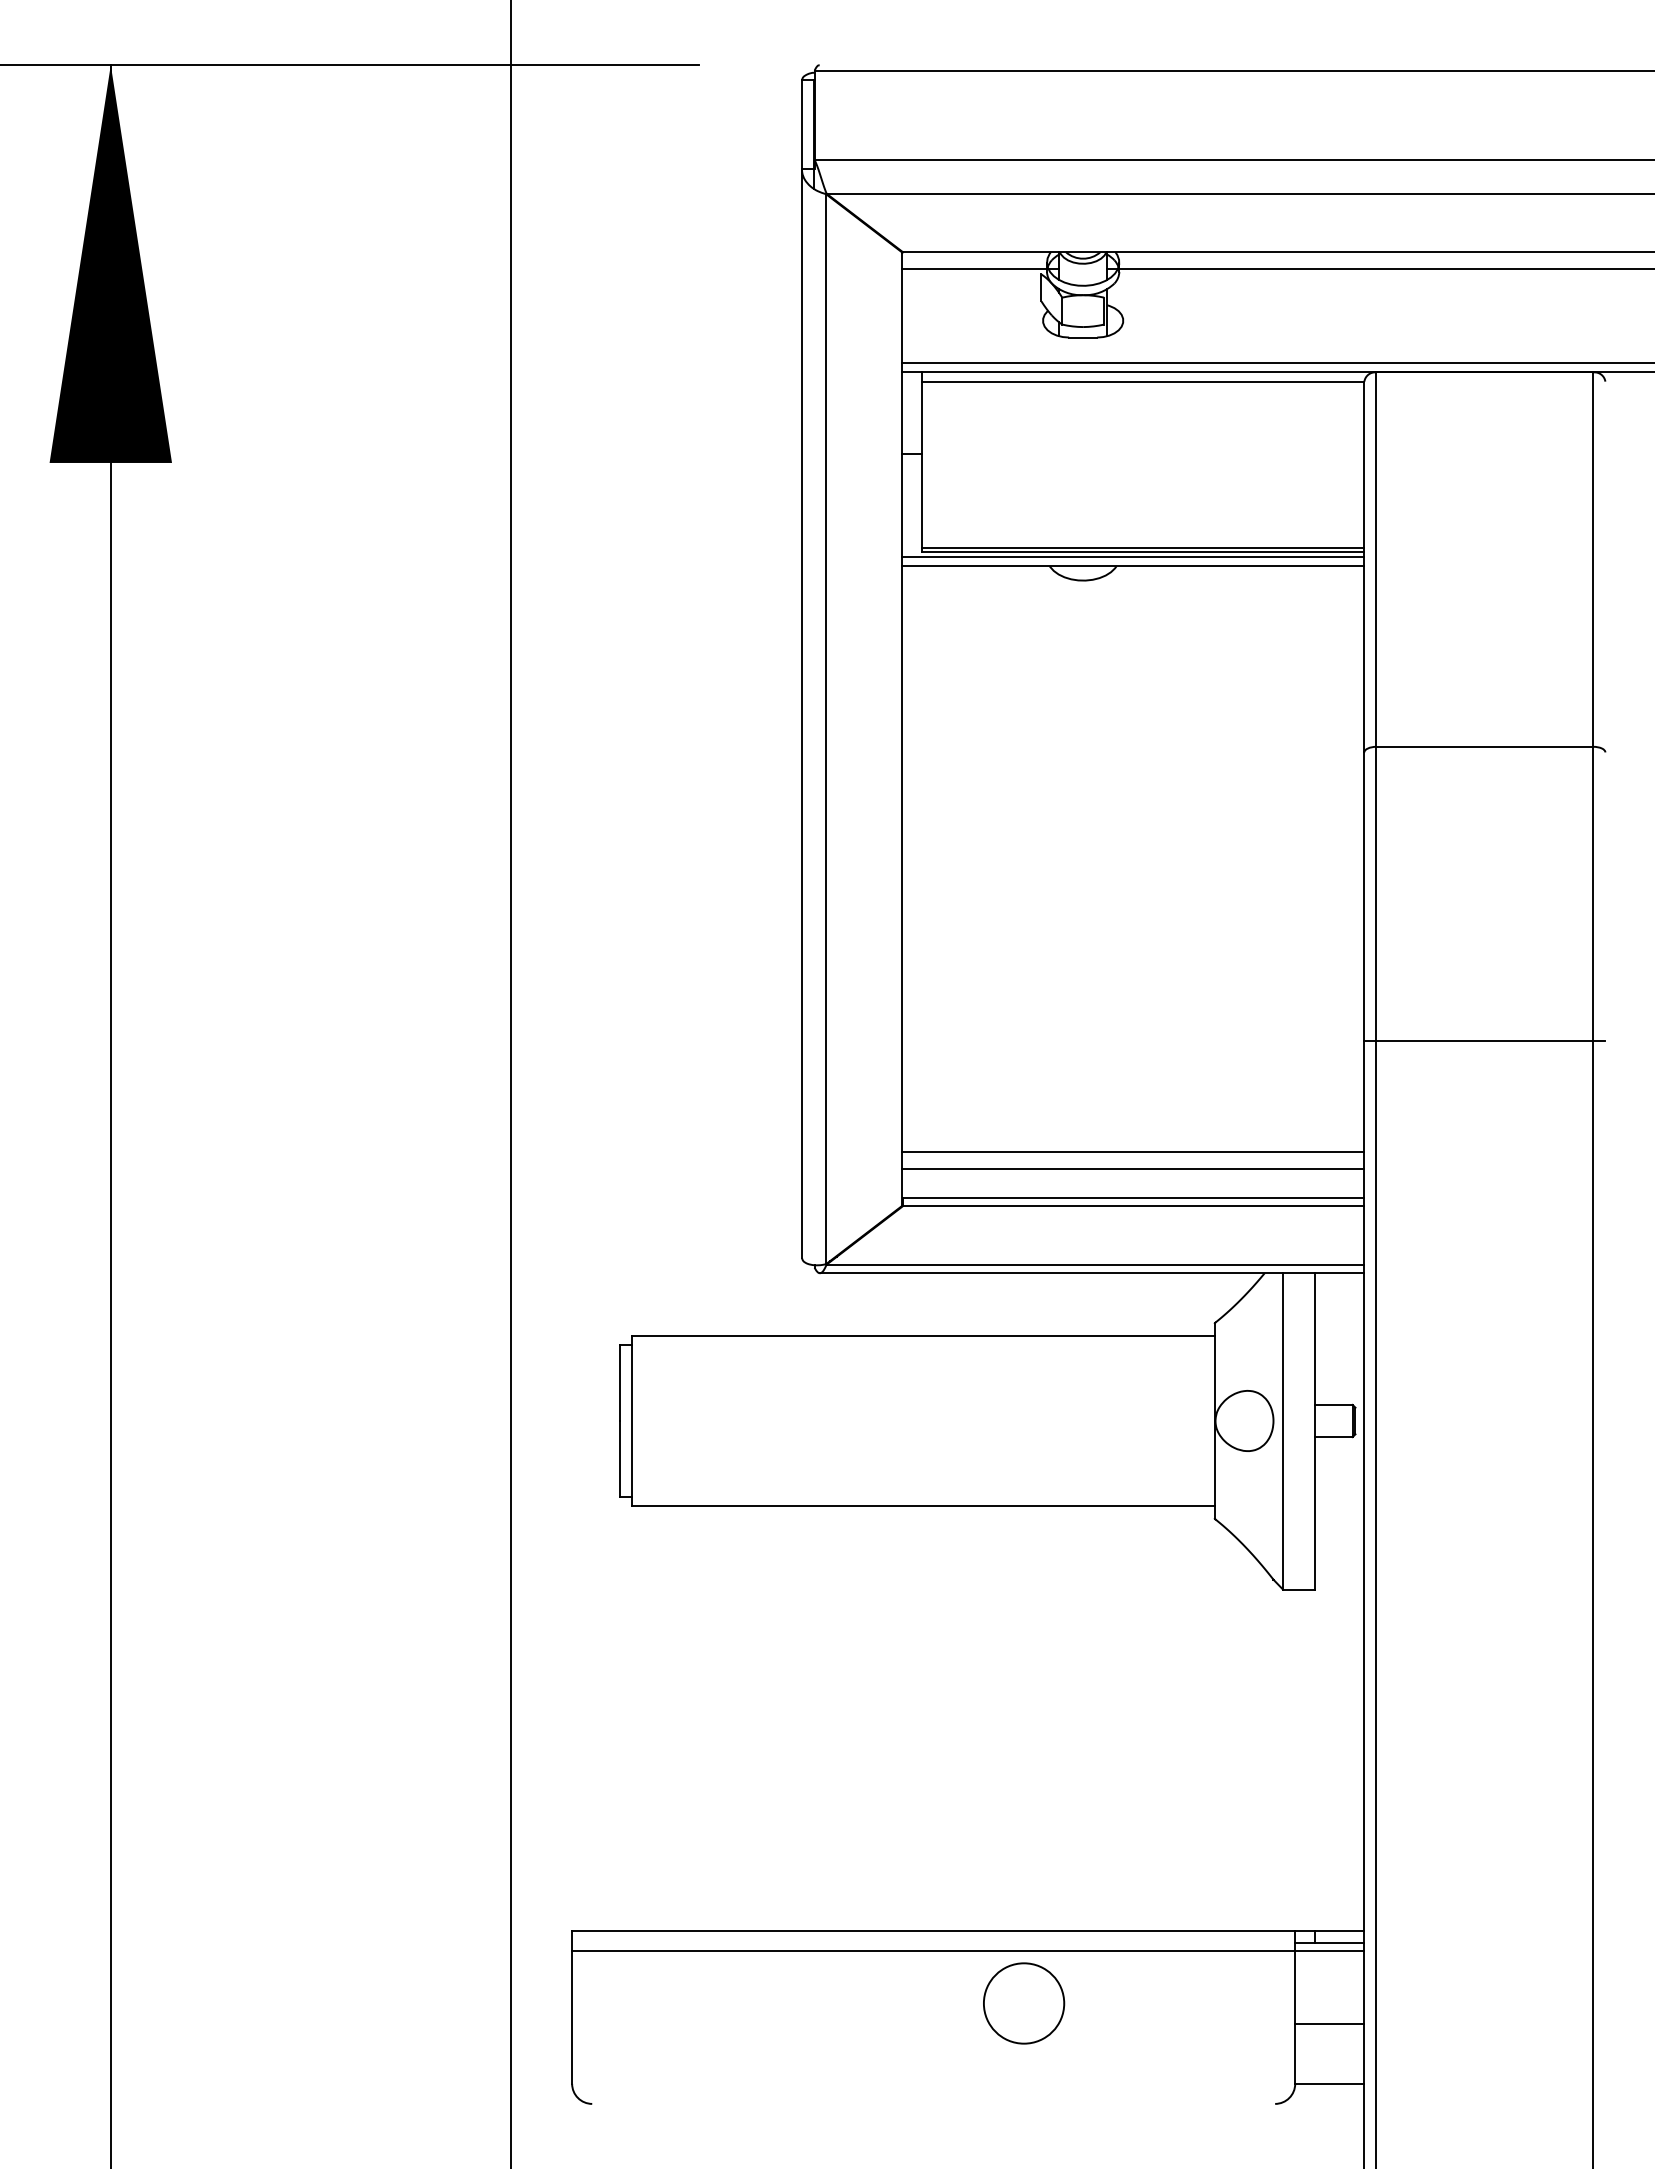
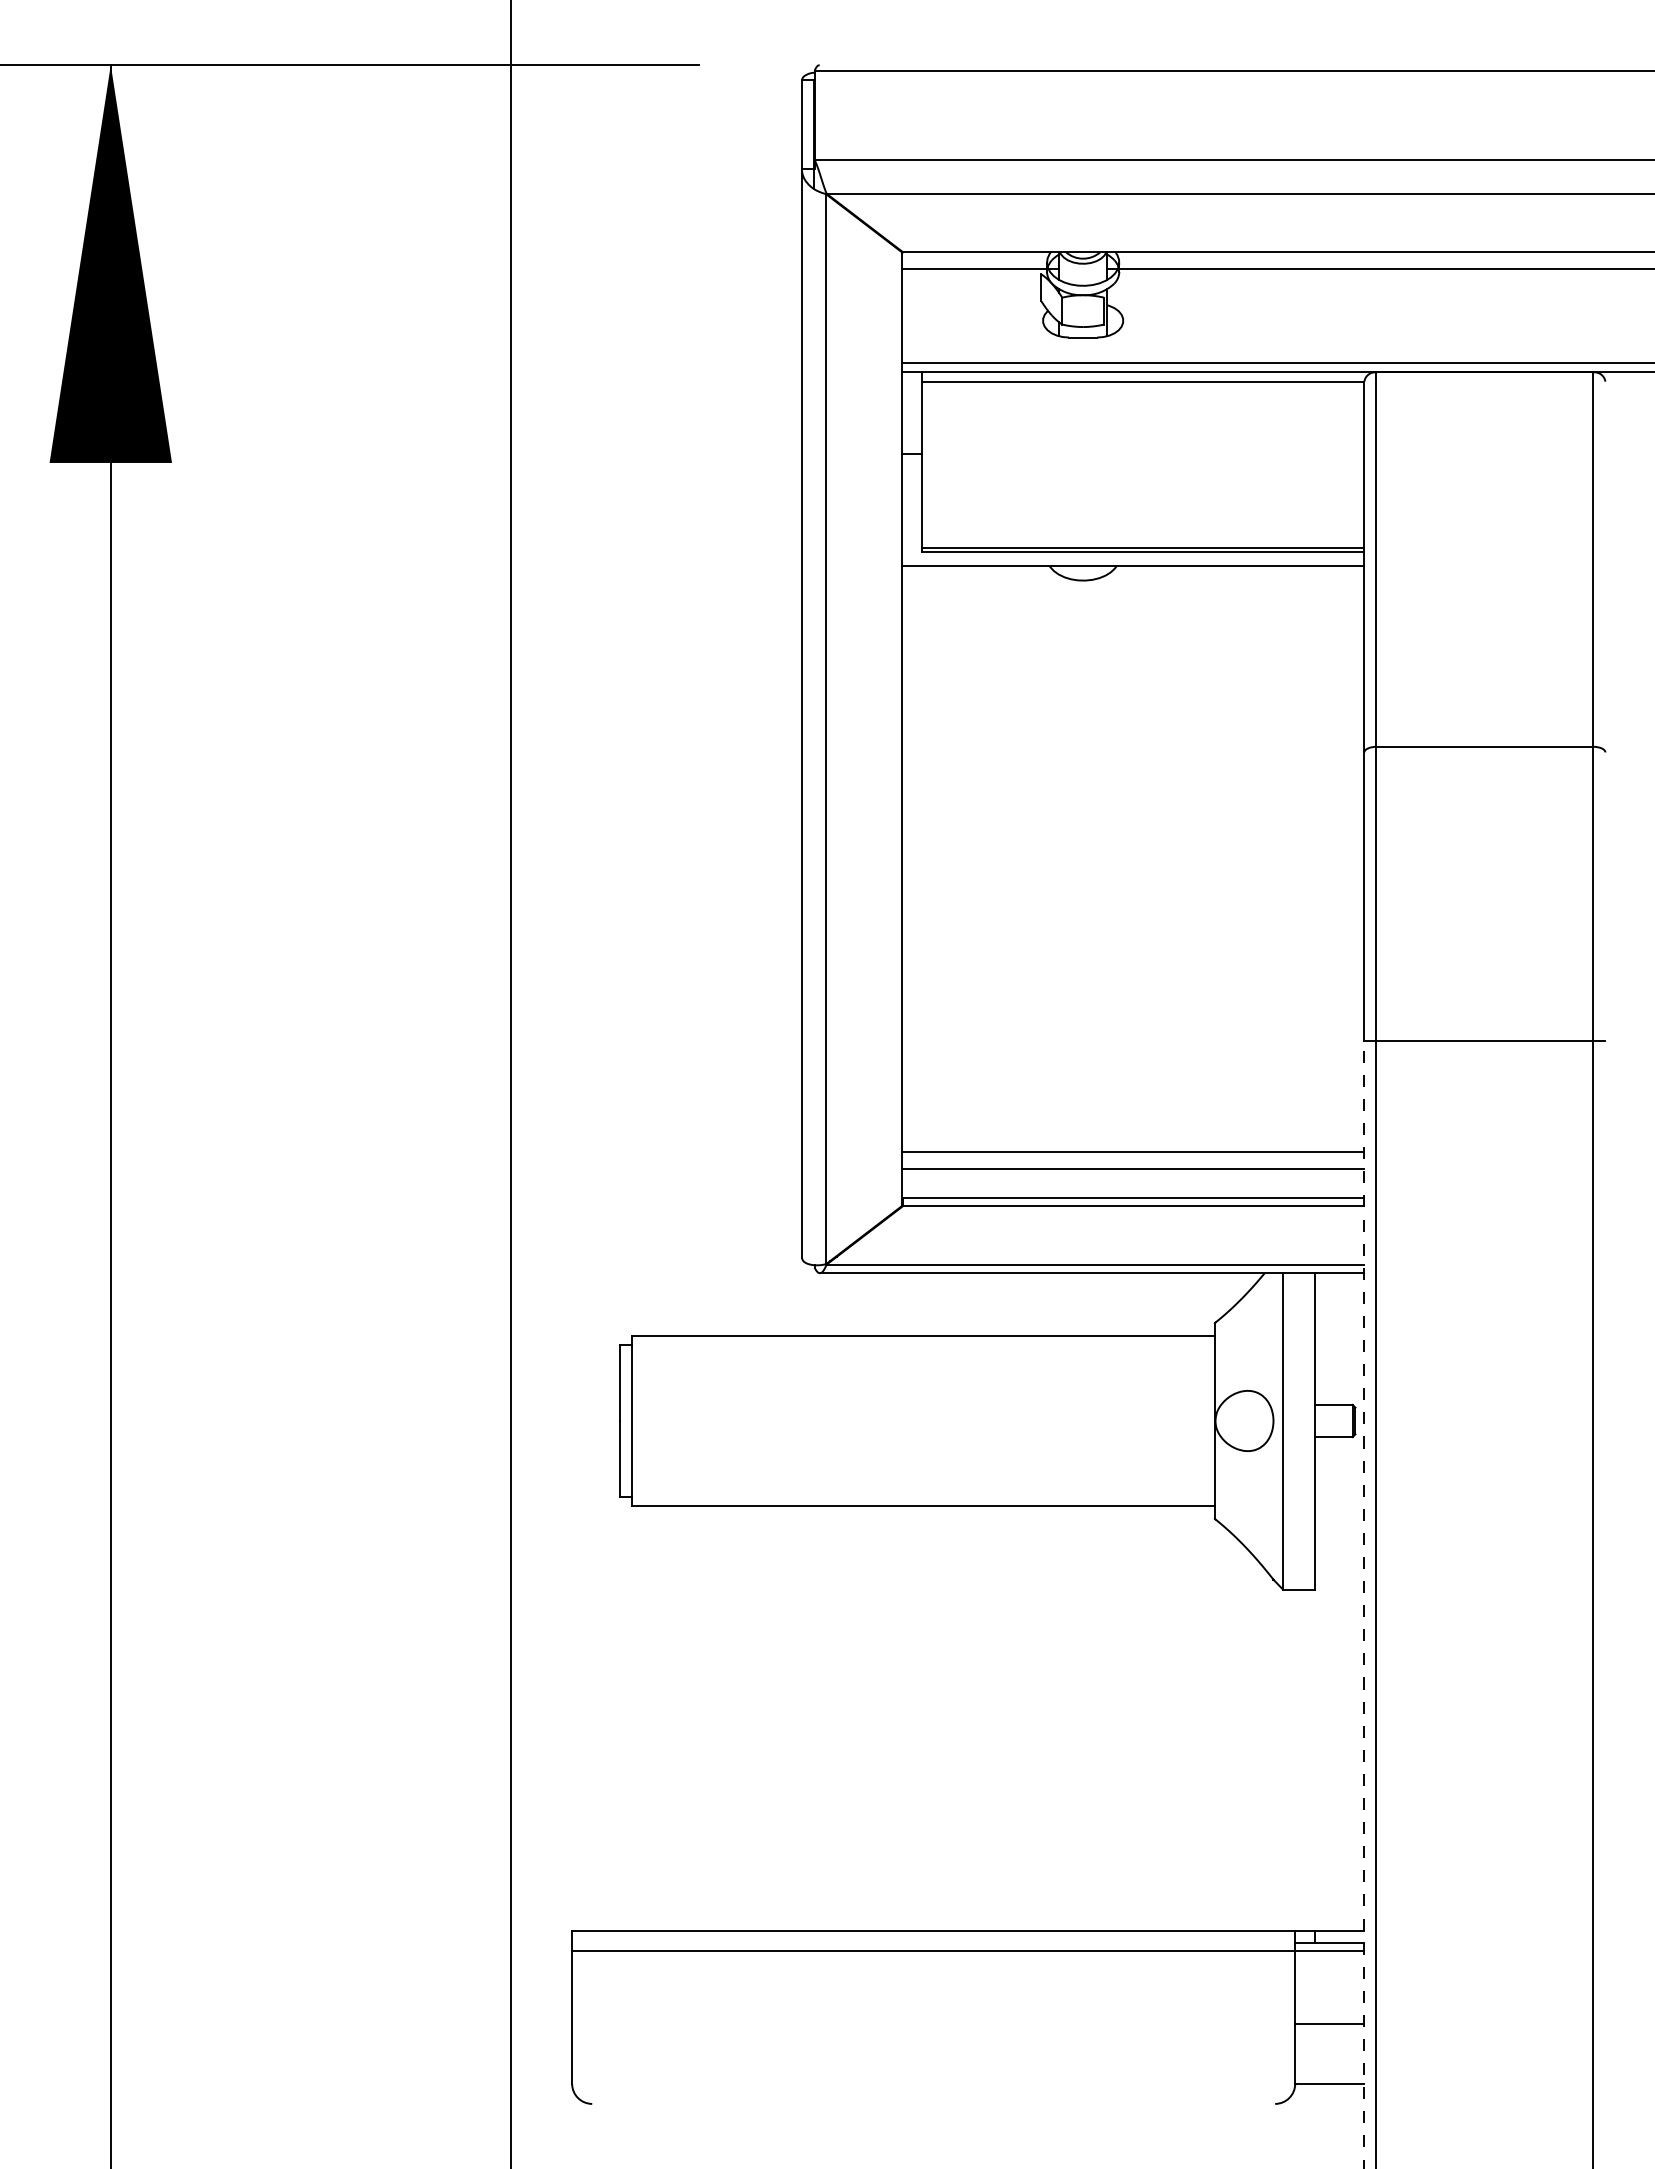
line at (1133, 557): present -> none
line at (1364, 1604): solid -> dashed
circle at (1024, 2003): present -> none
